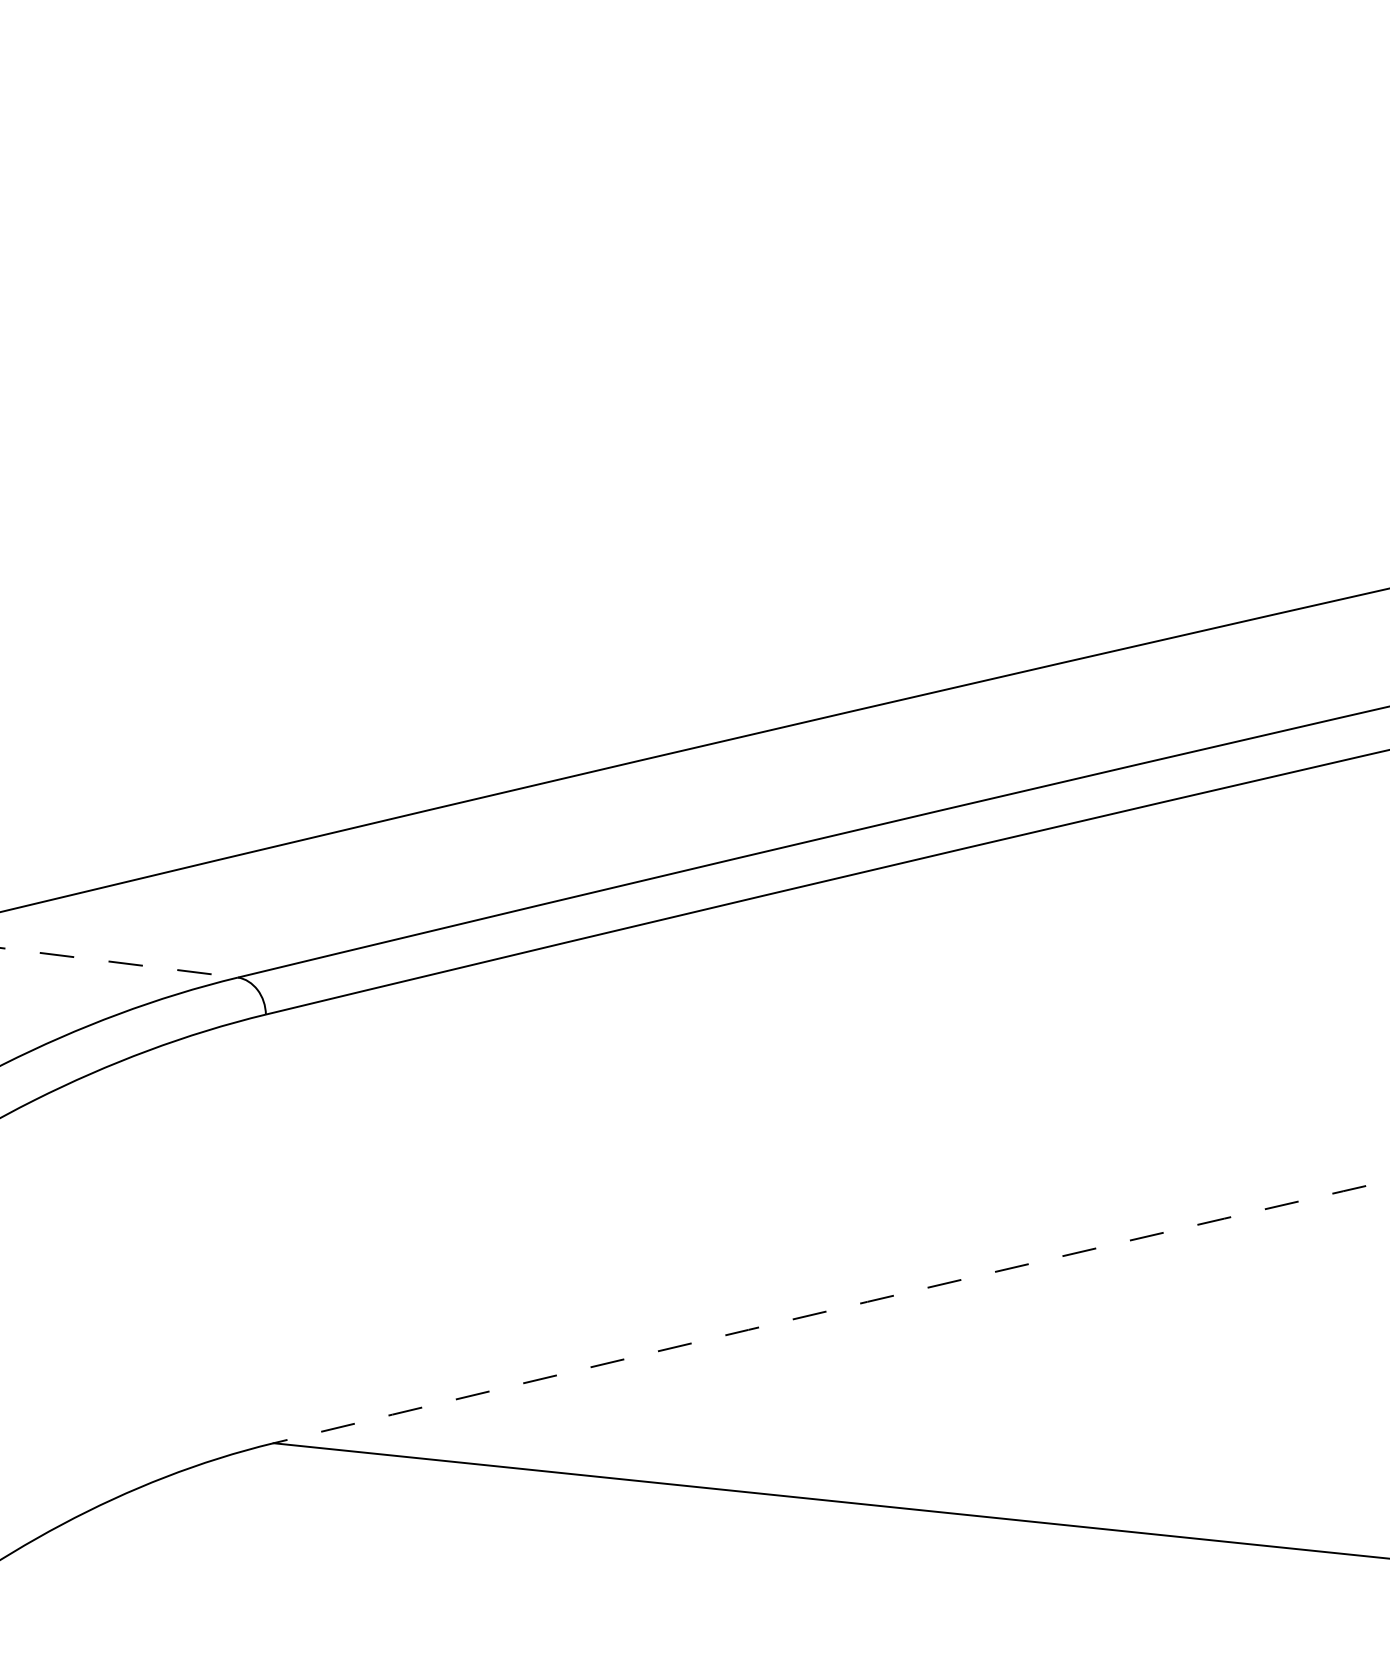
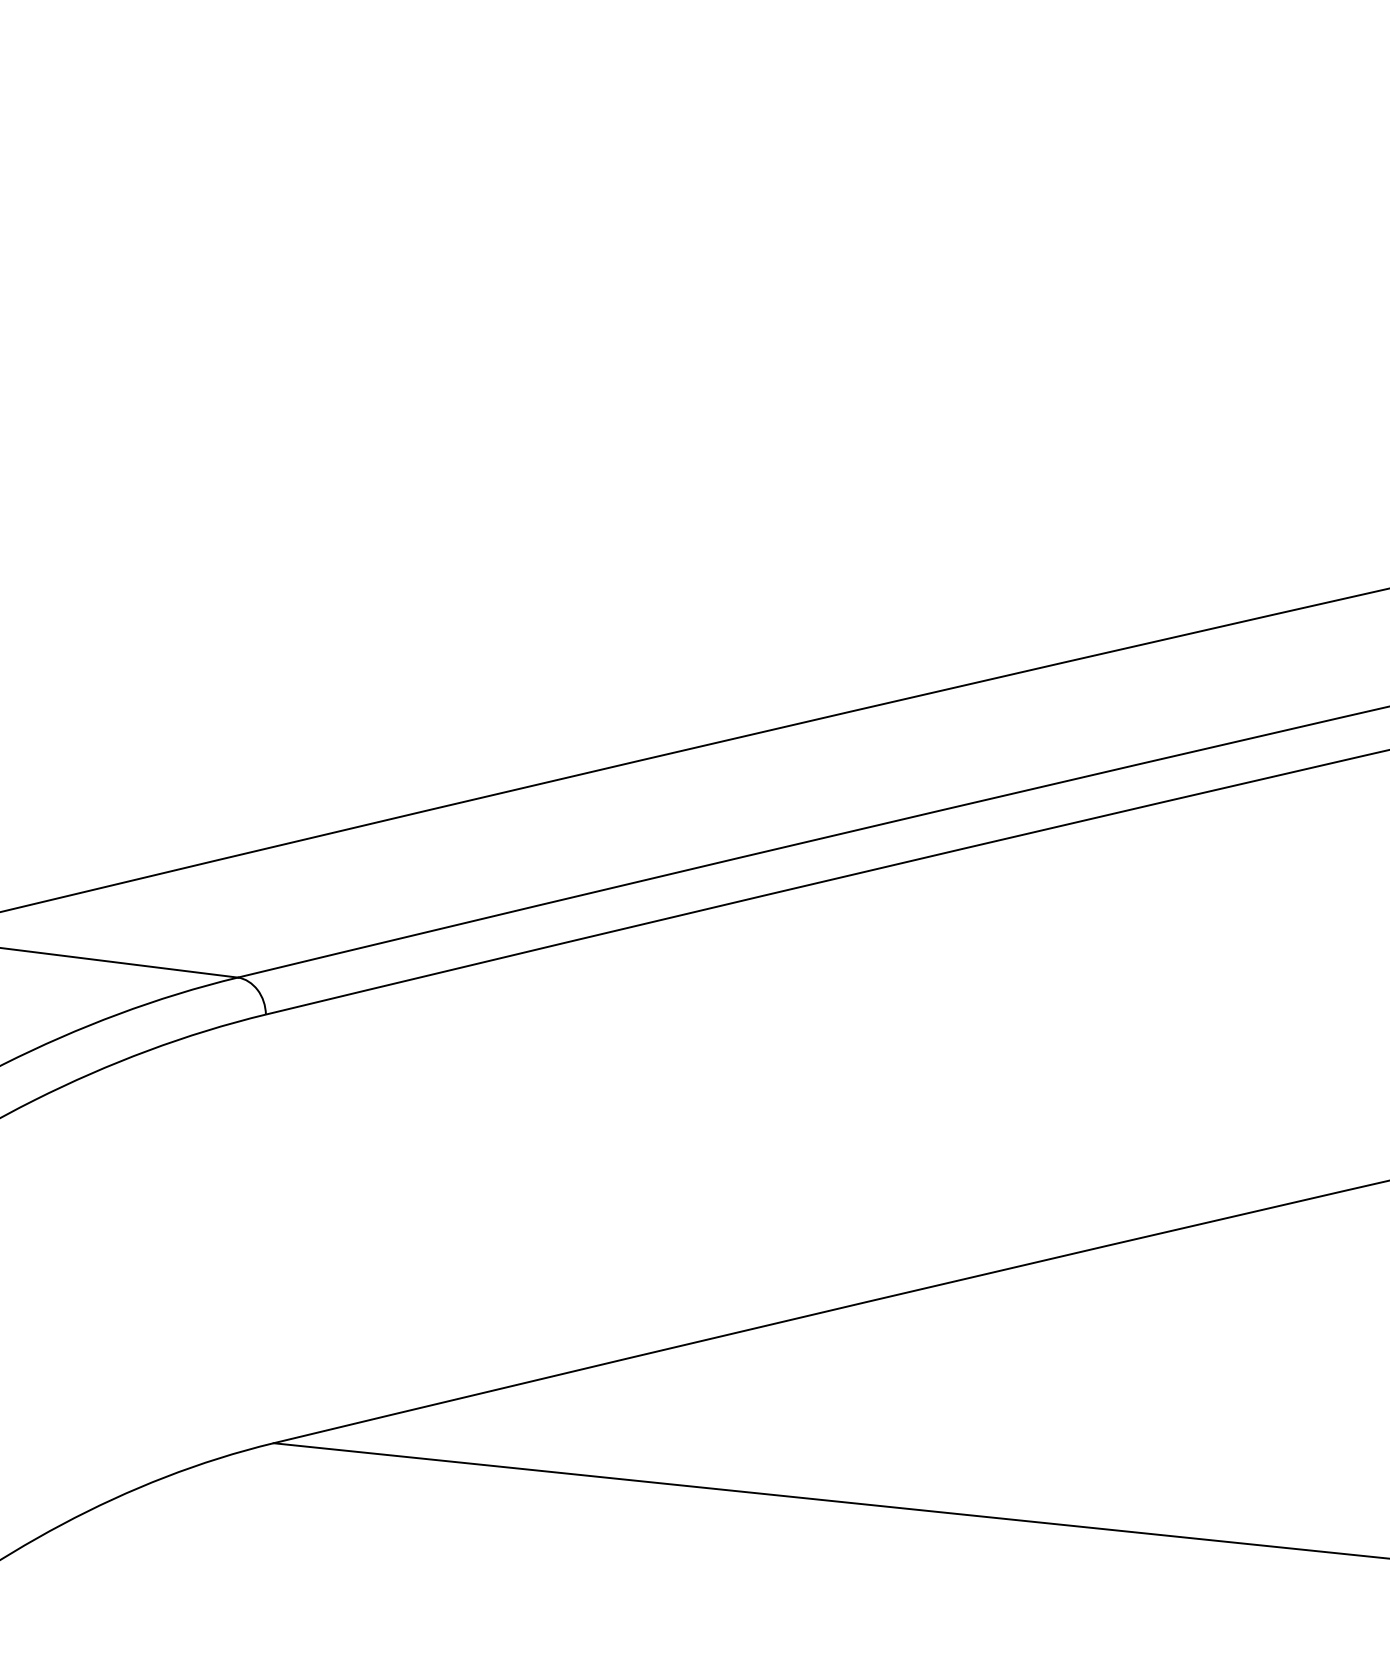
line at (119, 962): dashed -> solid
arc at (831, 1310): dashed -> solid
